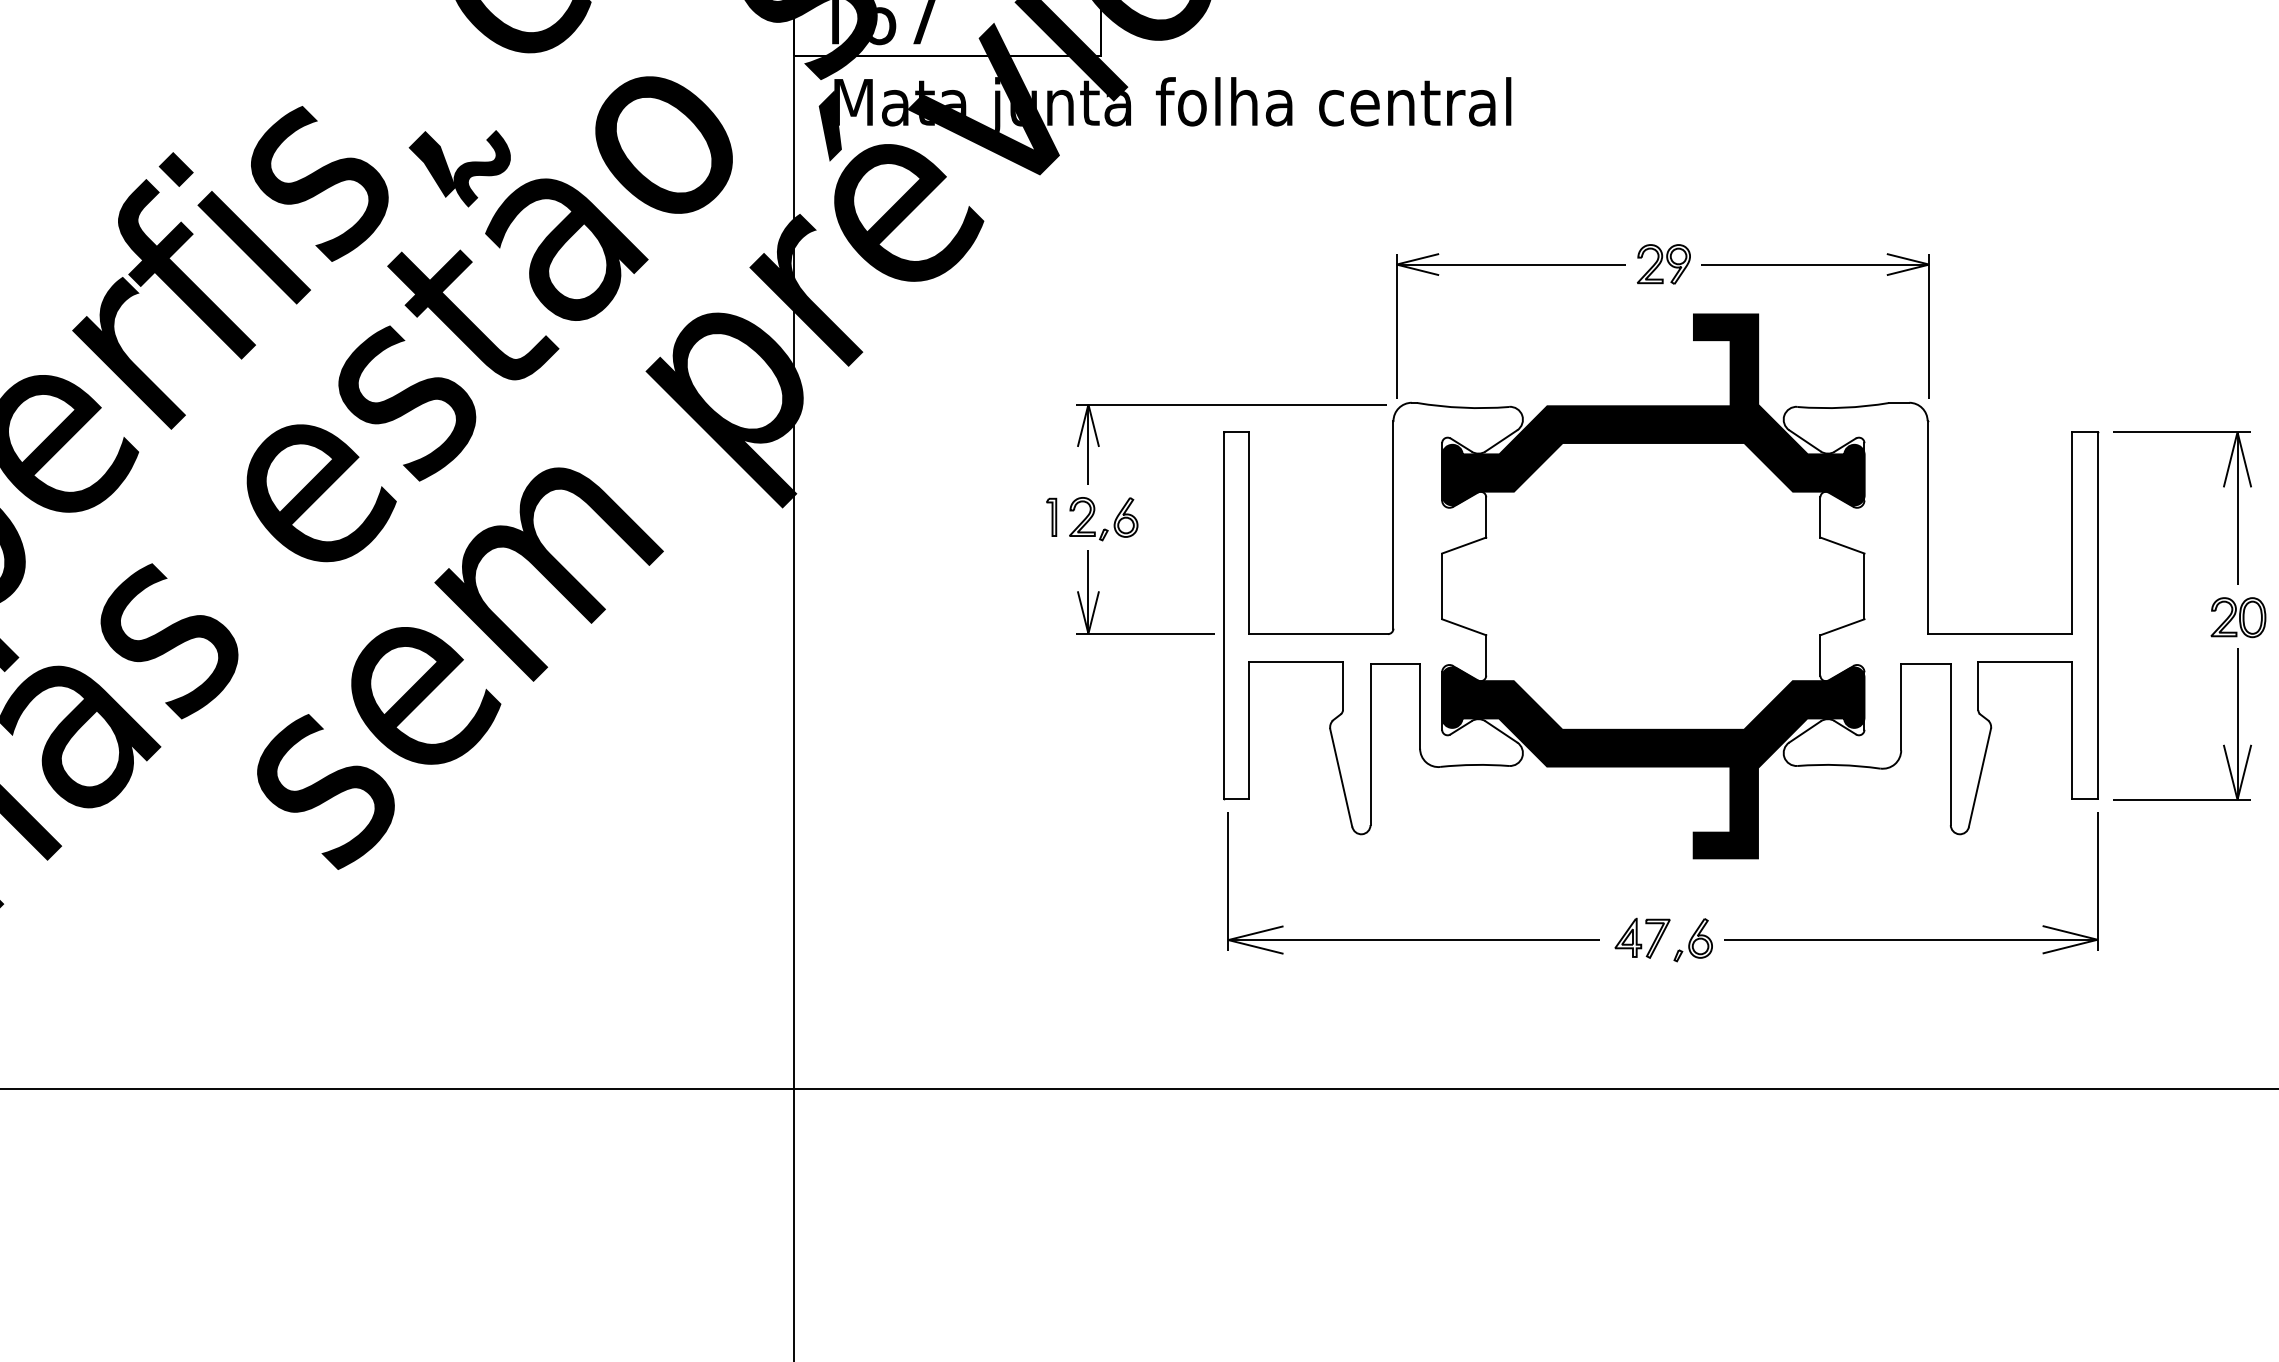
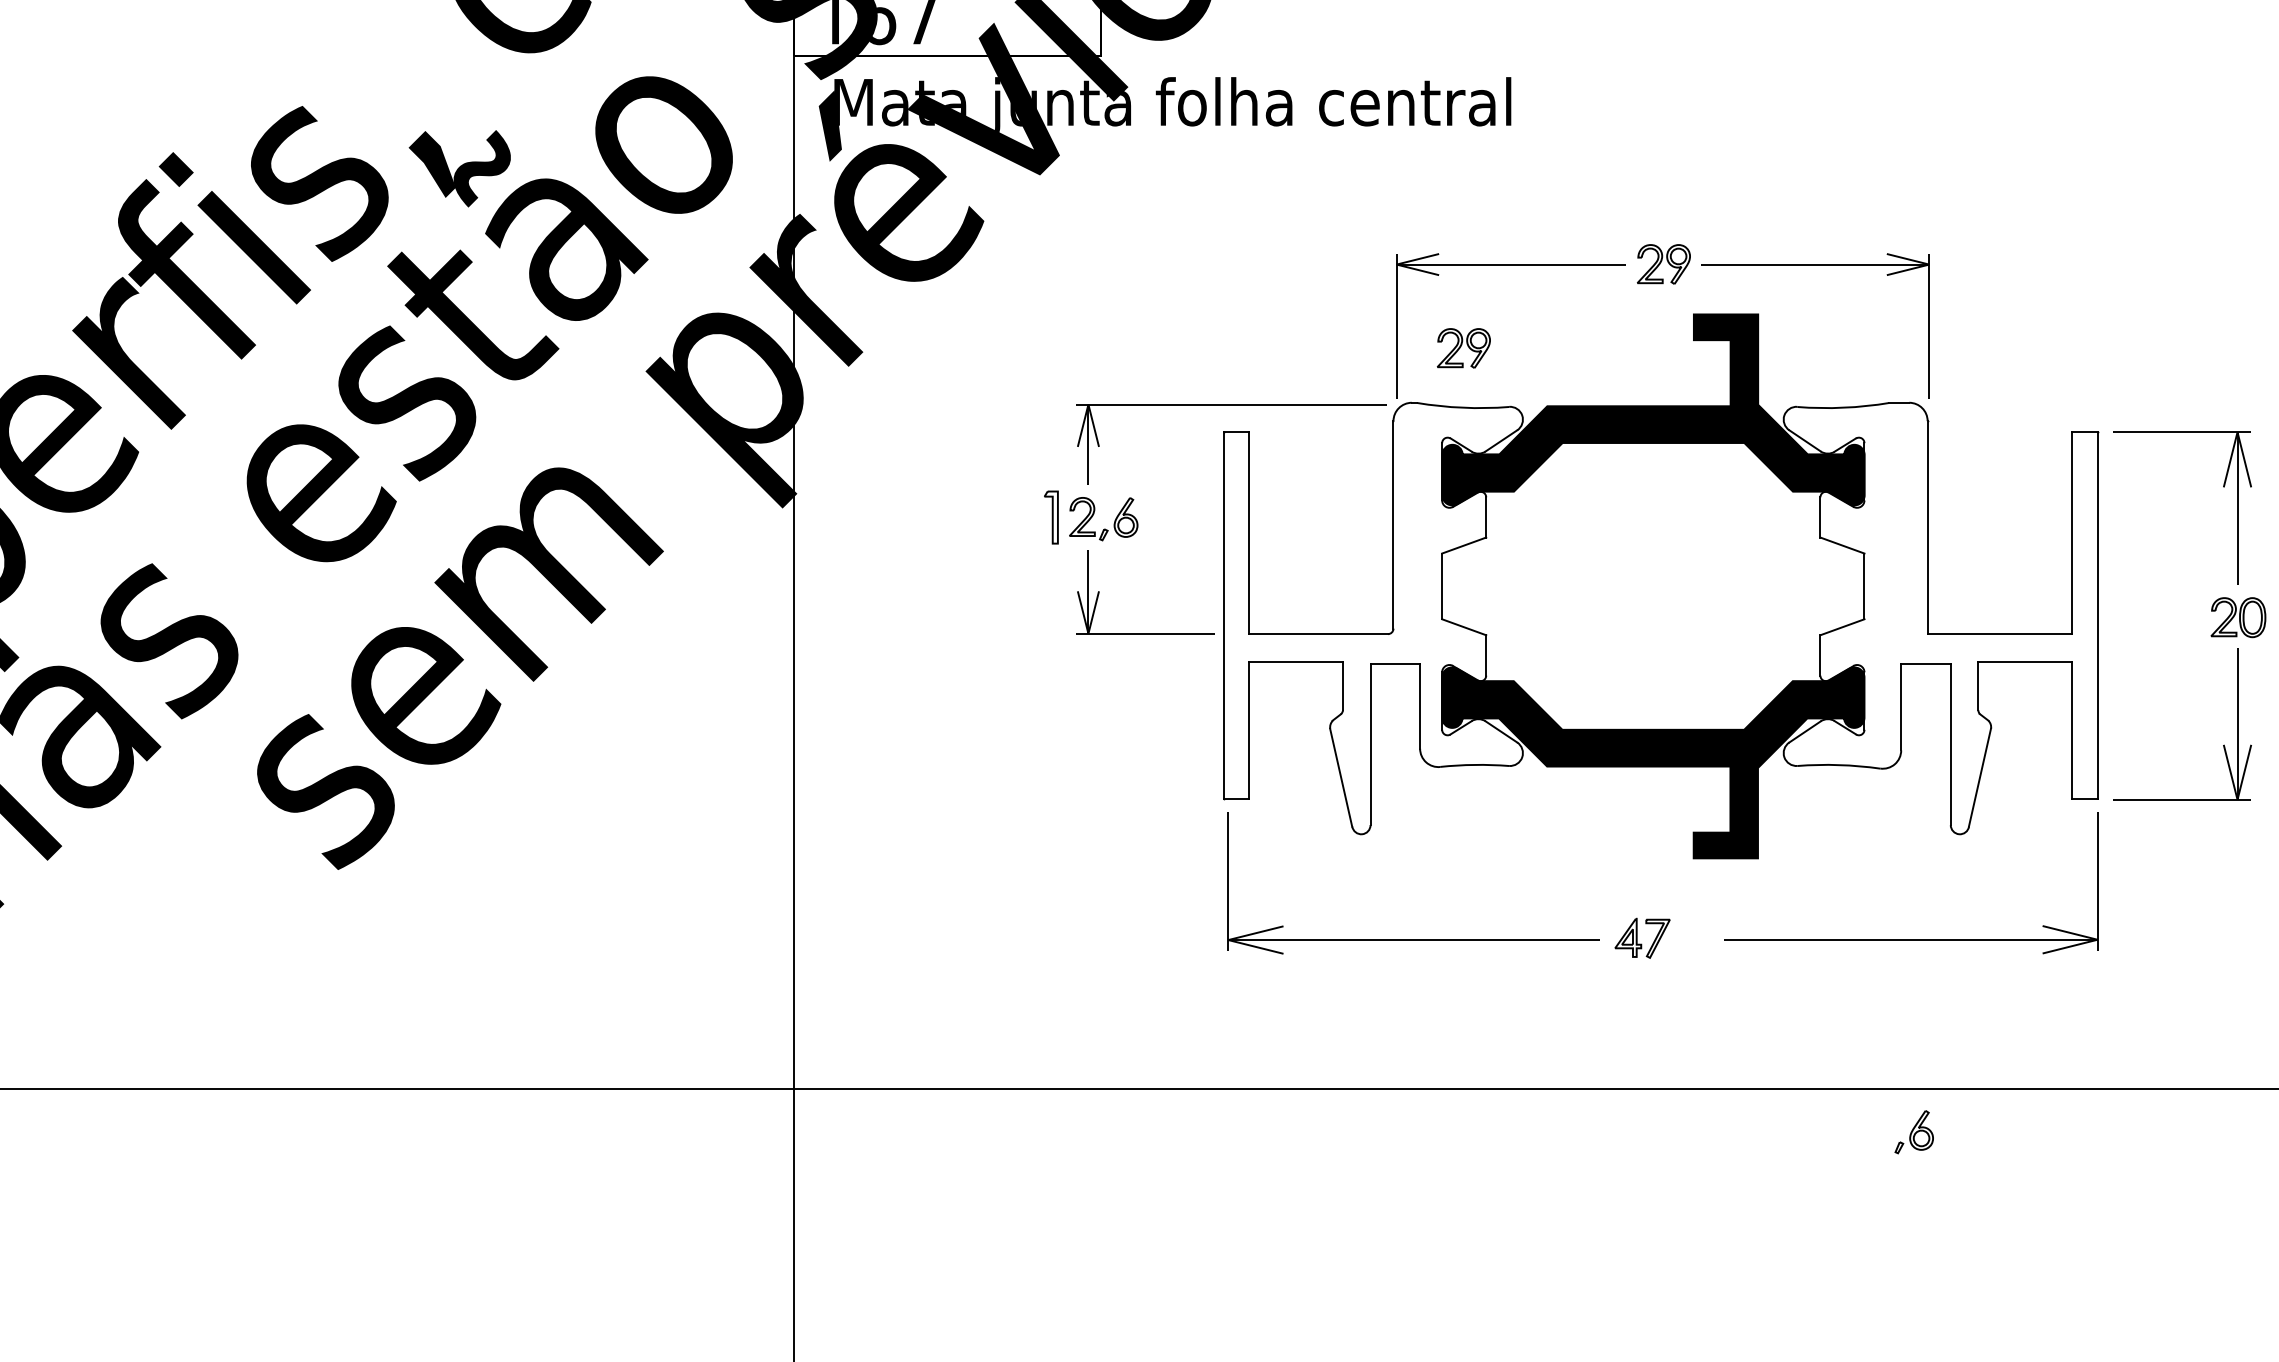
part at (1463, 348): none -> present
part at (1051, 516) size: 12x40 px -> 15x55 px
part at (1692, 940) position: (1692, 940) -> (1913, 1132)
